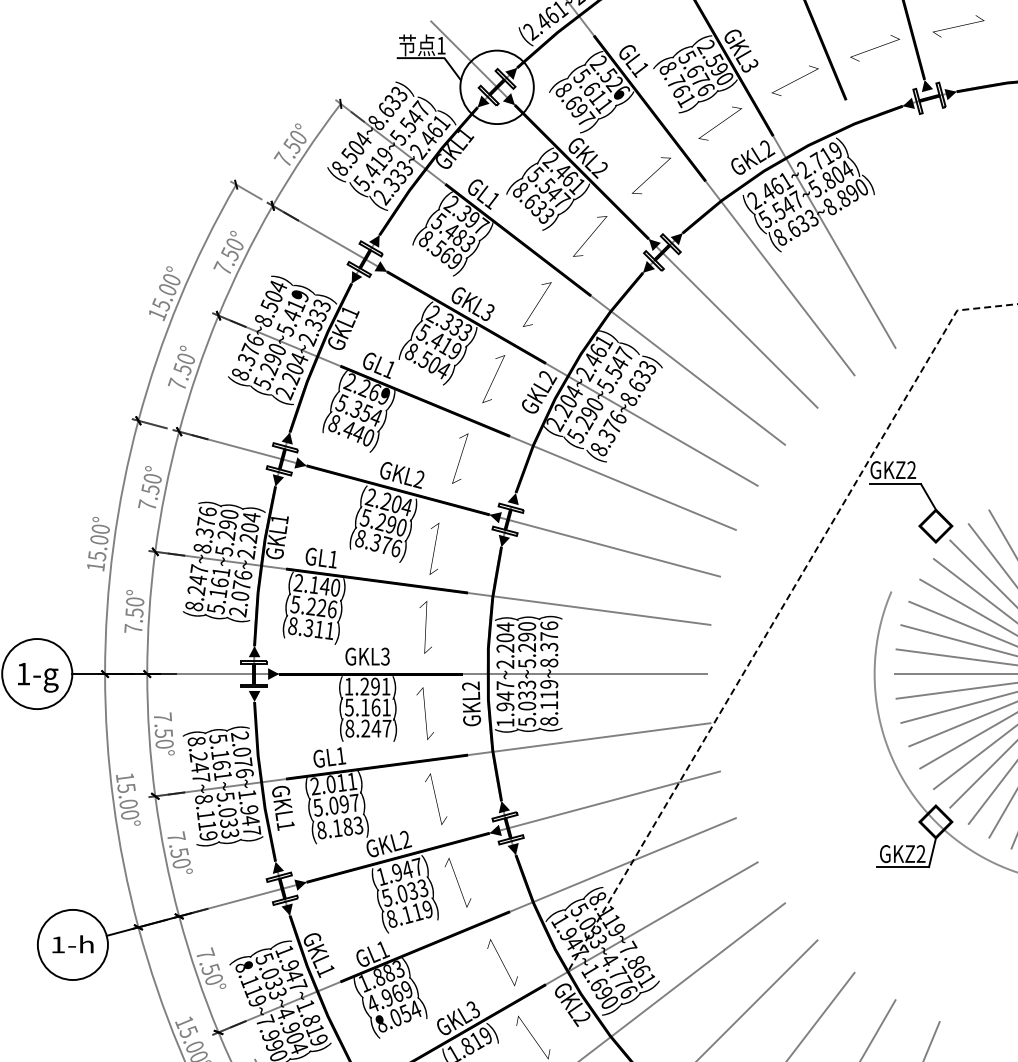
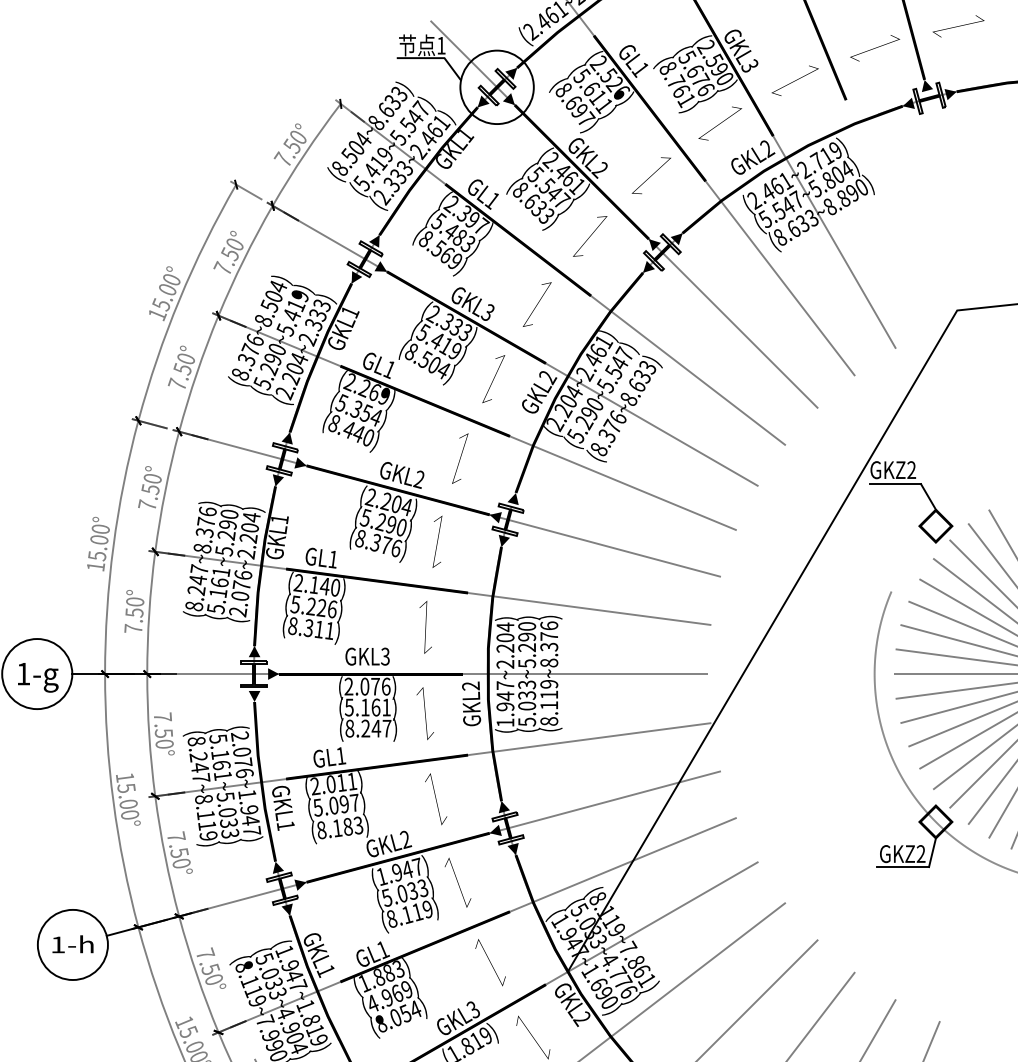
line at (434, 548) position: (434, 548) -> (437, 541)
line at (778, 614): dashed -> solid
text at (367, 686): (1.291) -> (2.076)
line at (502, 962) position: (502, 962) -> (490, 962)
